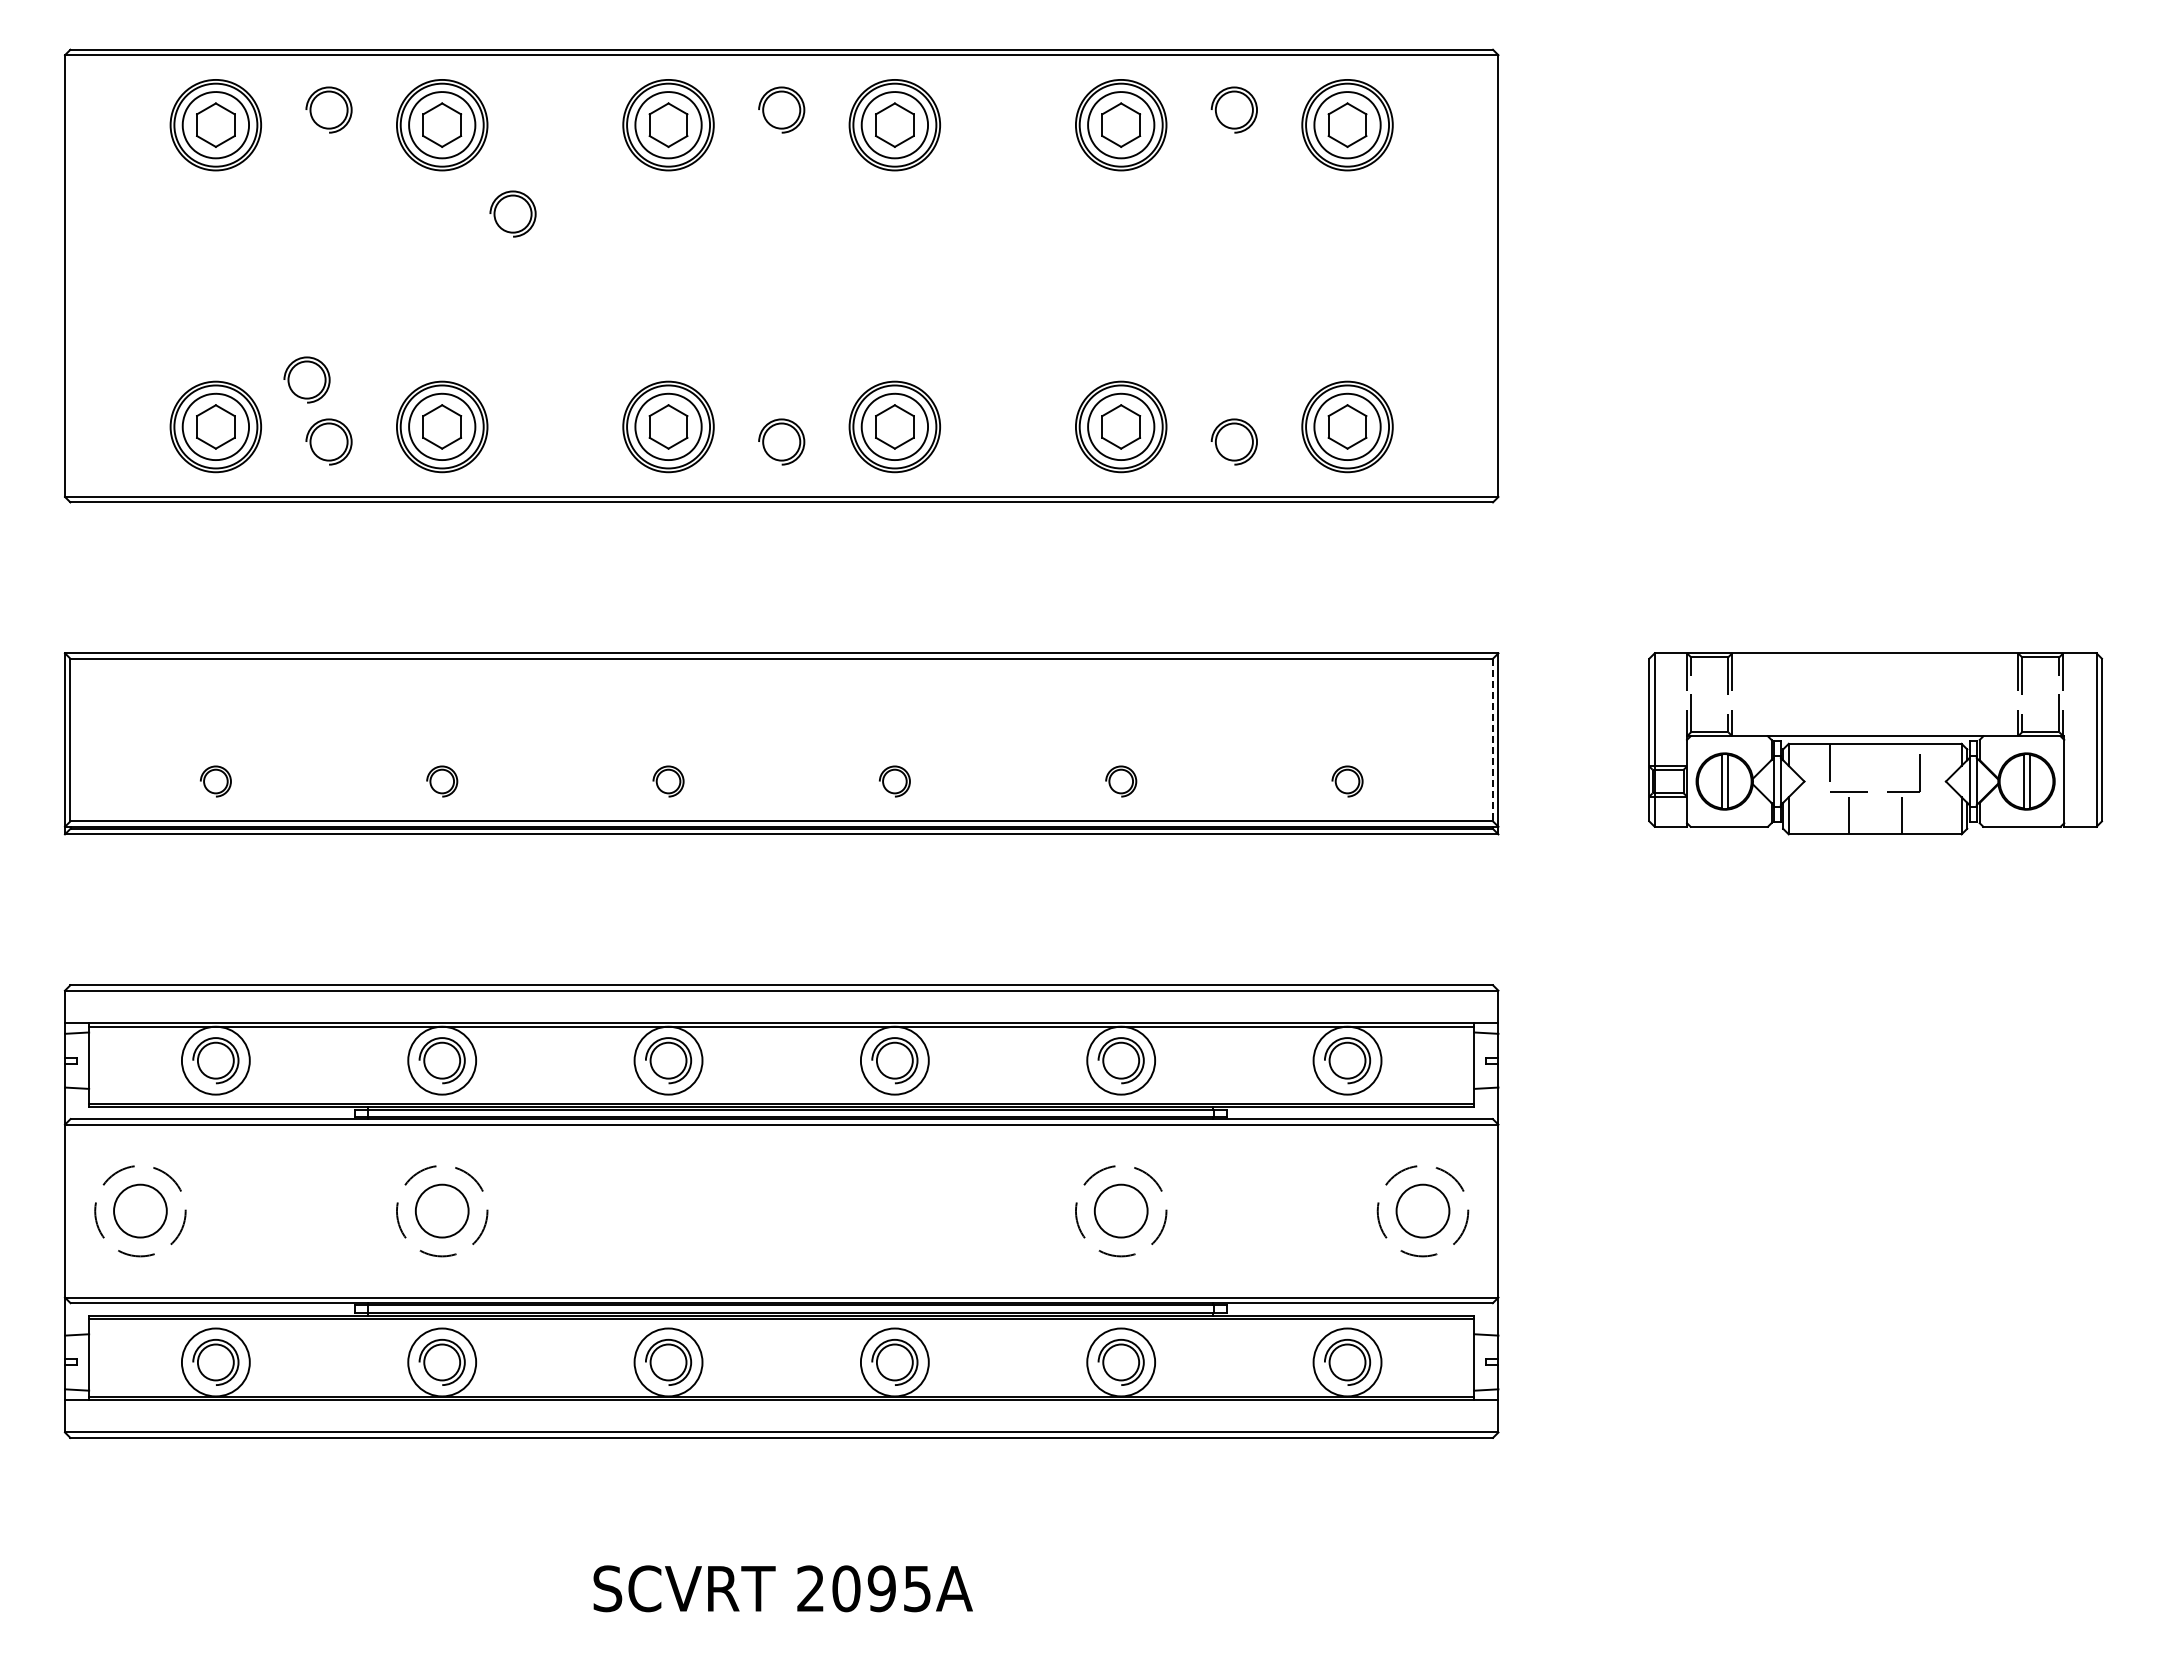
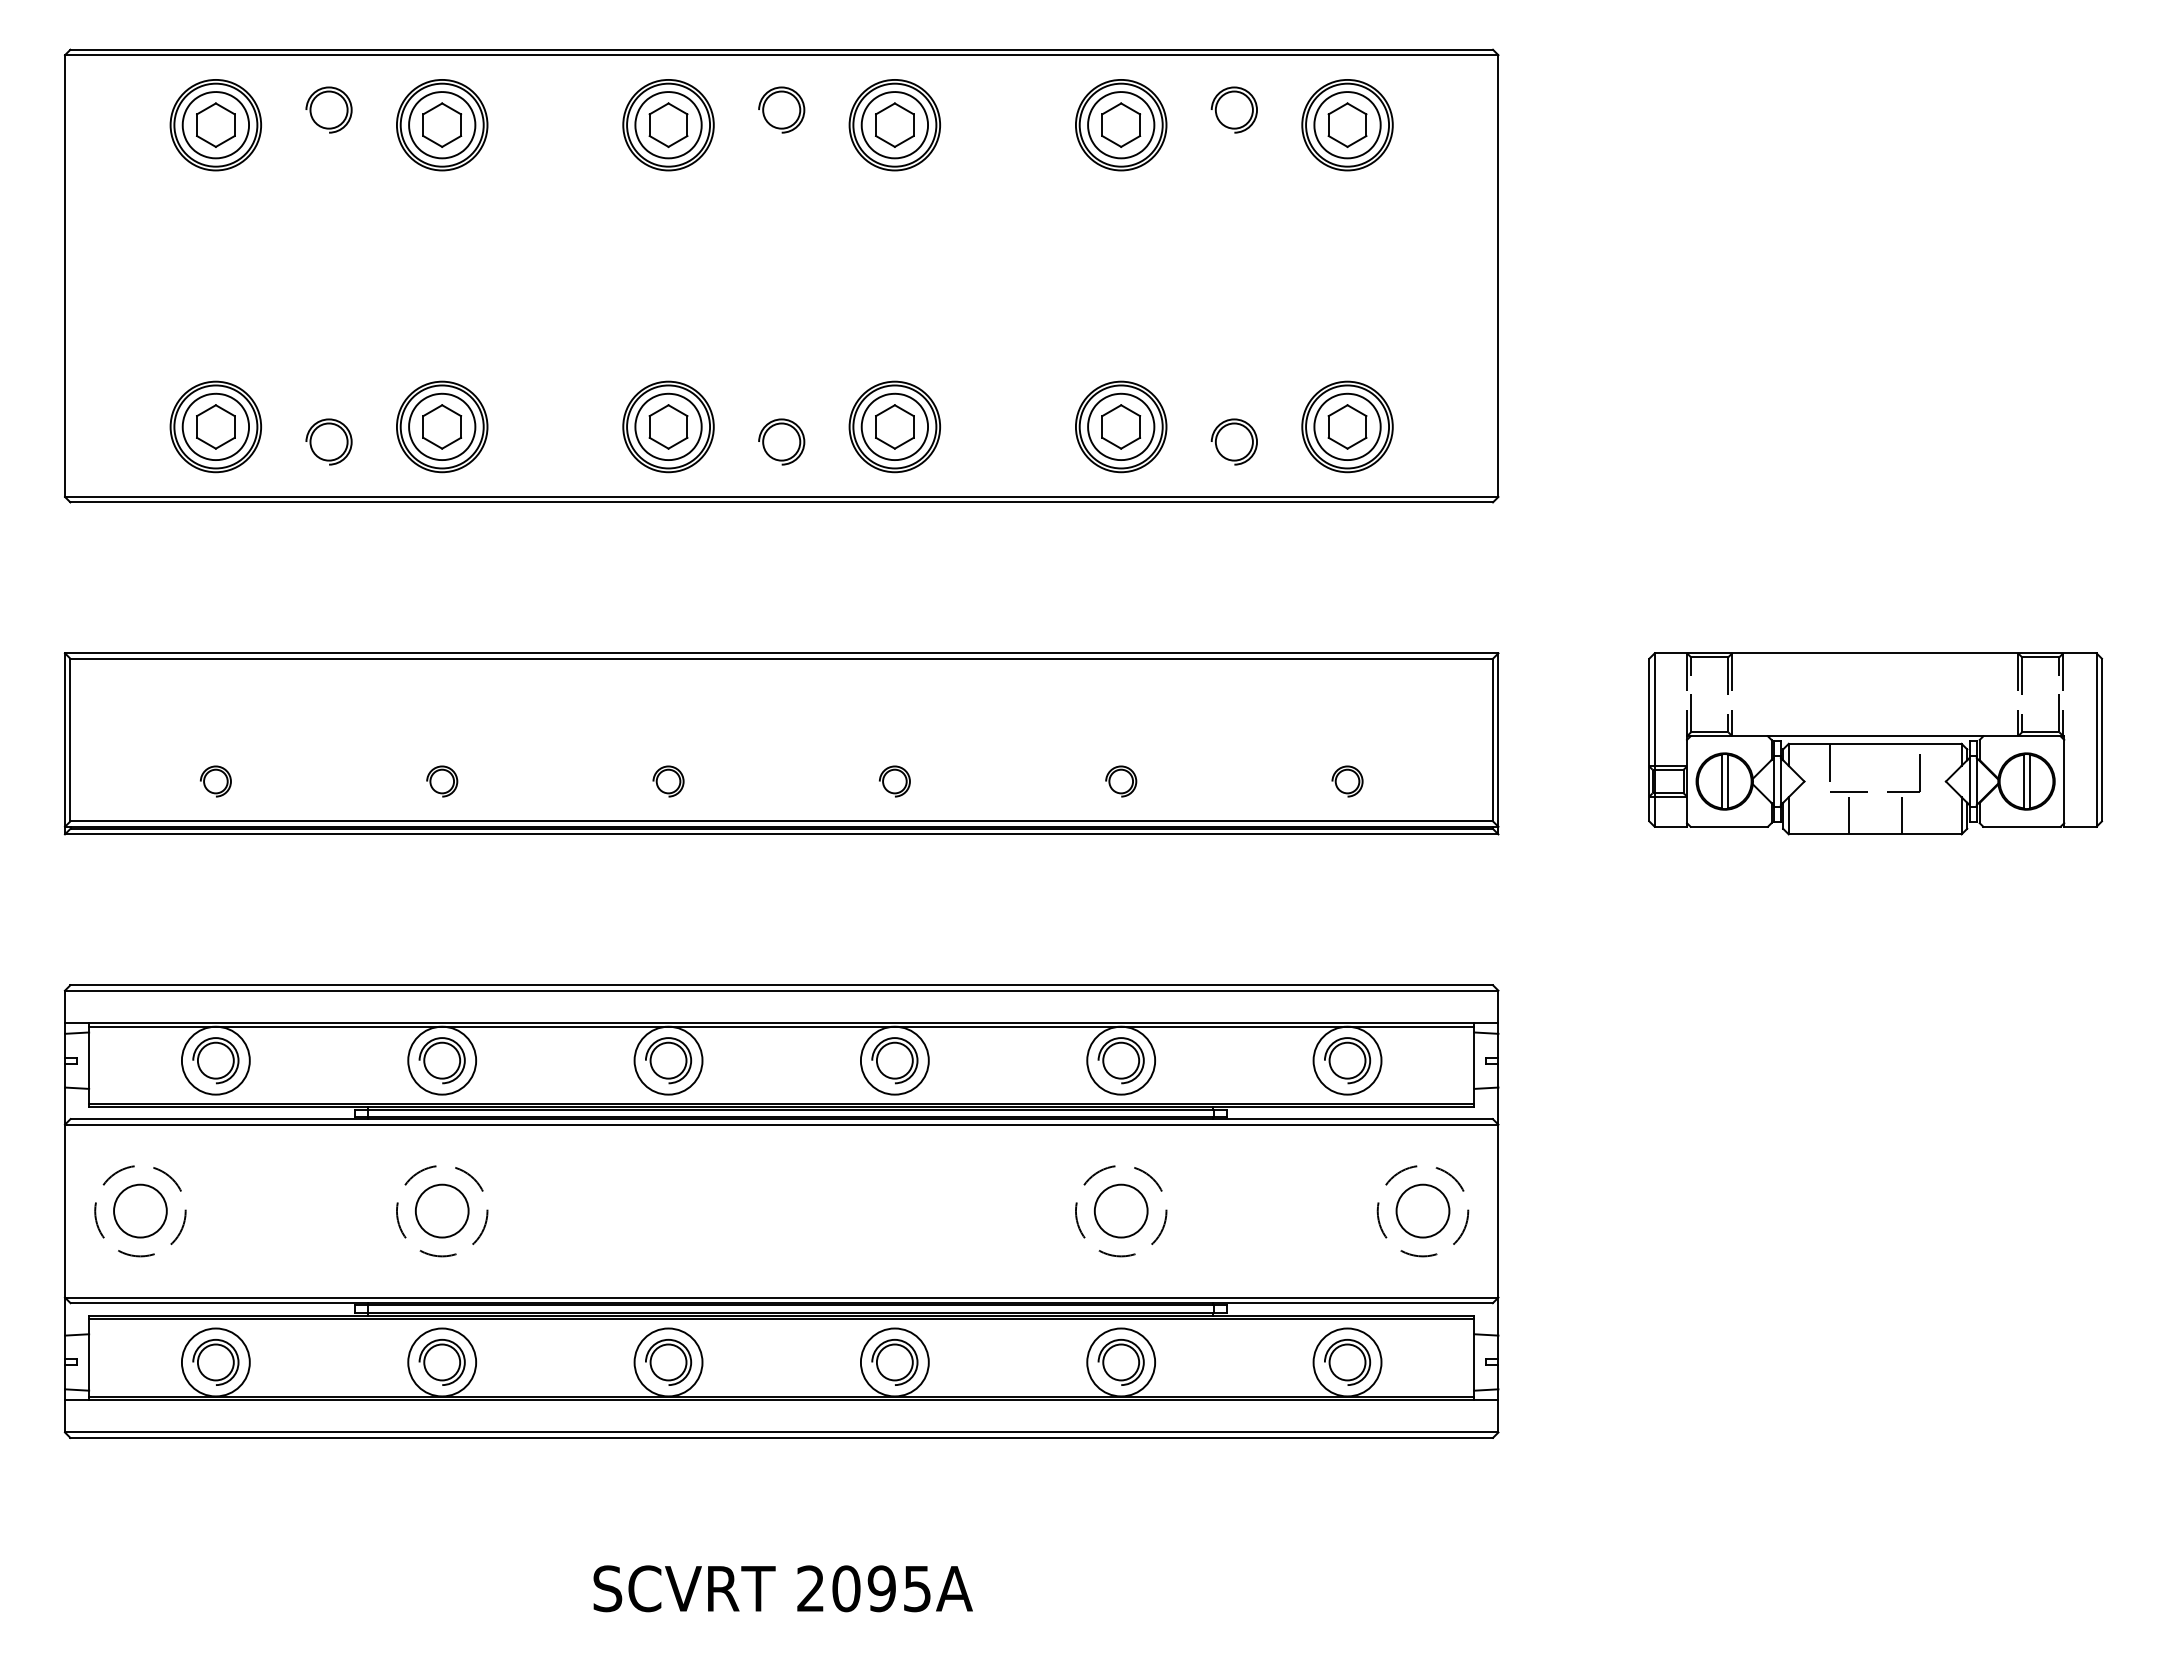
part at (512, 213): present -> none
part at (306, 379): present -> none
line at (1493, 740): dashed -> solid
